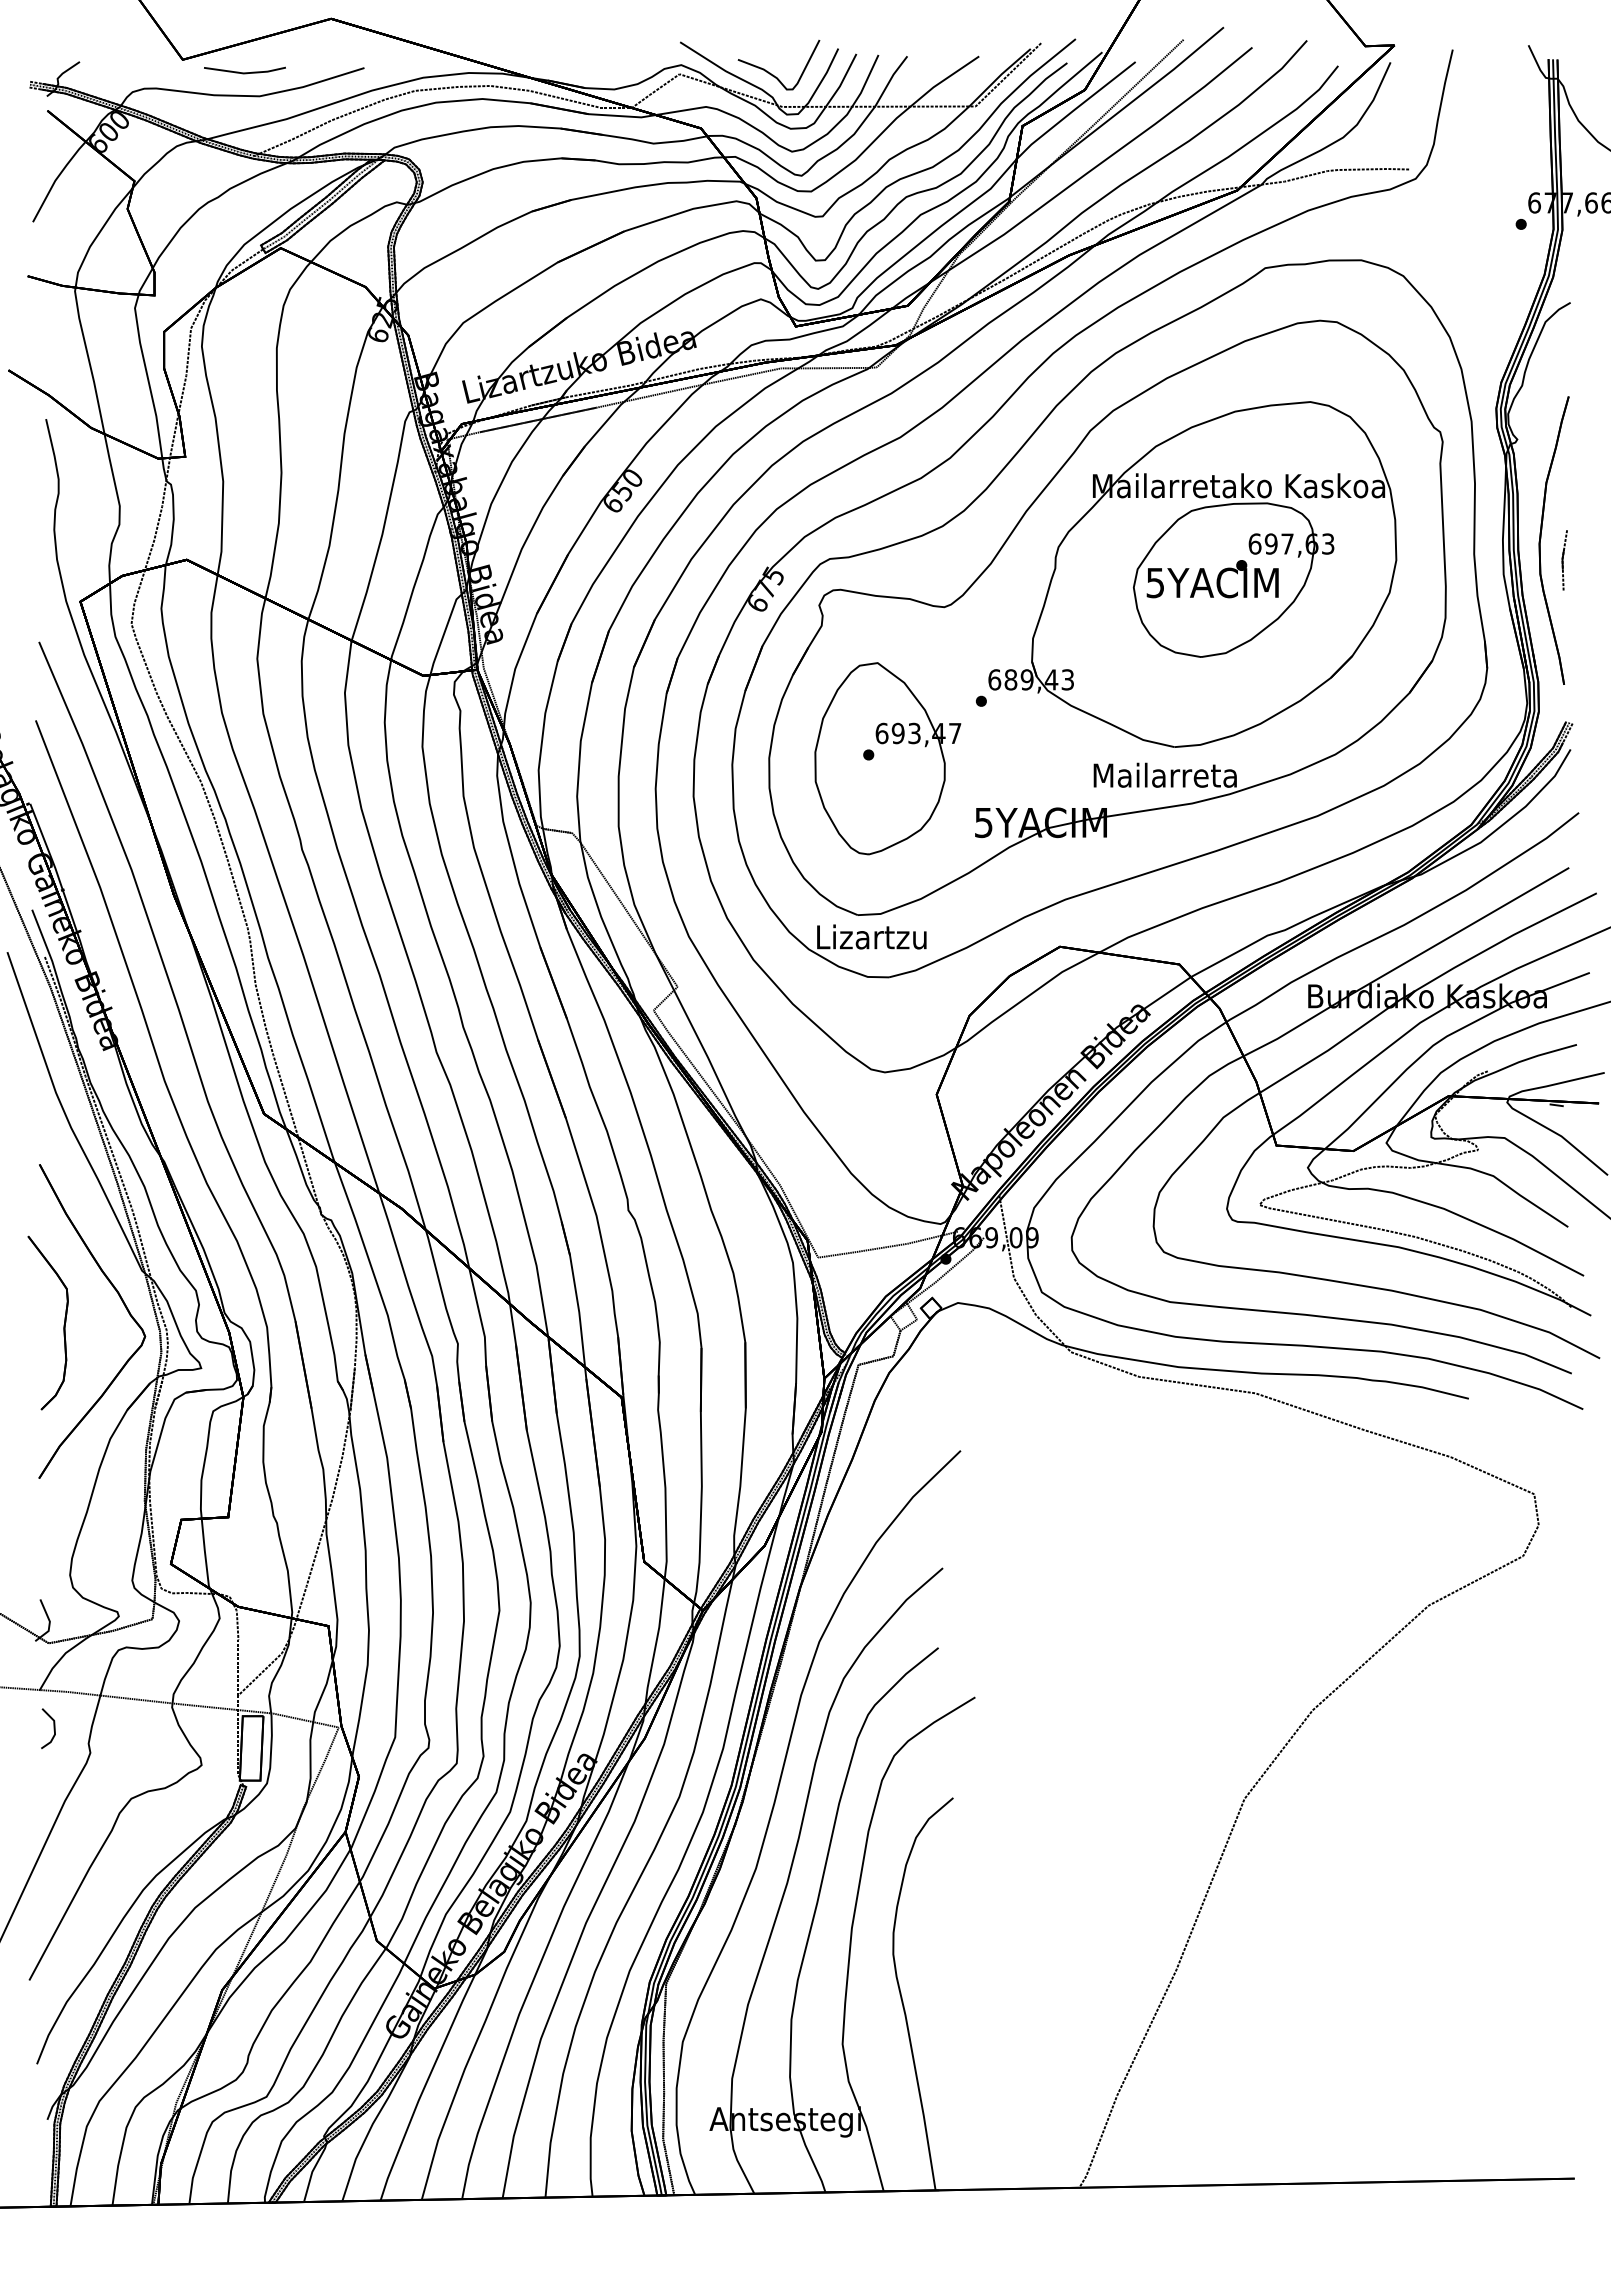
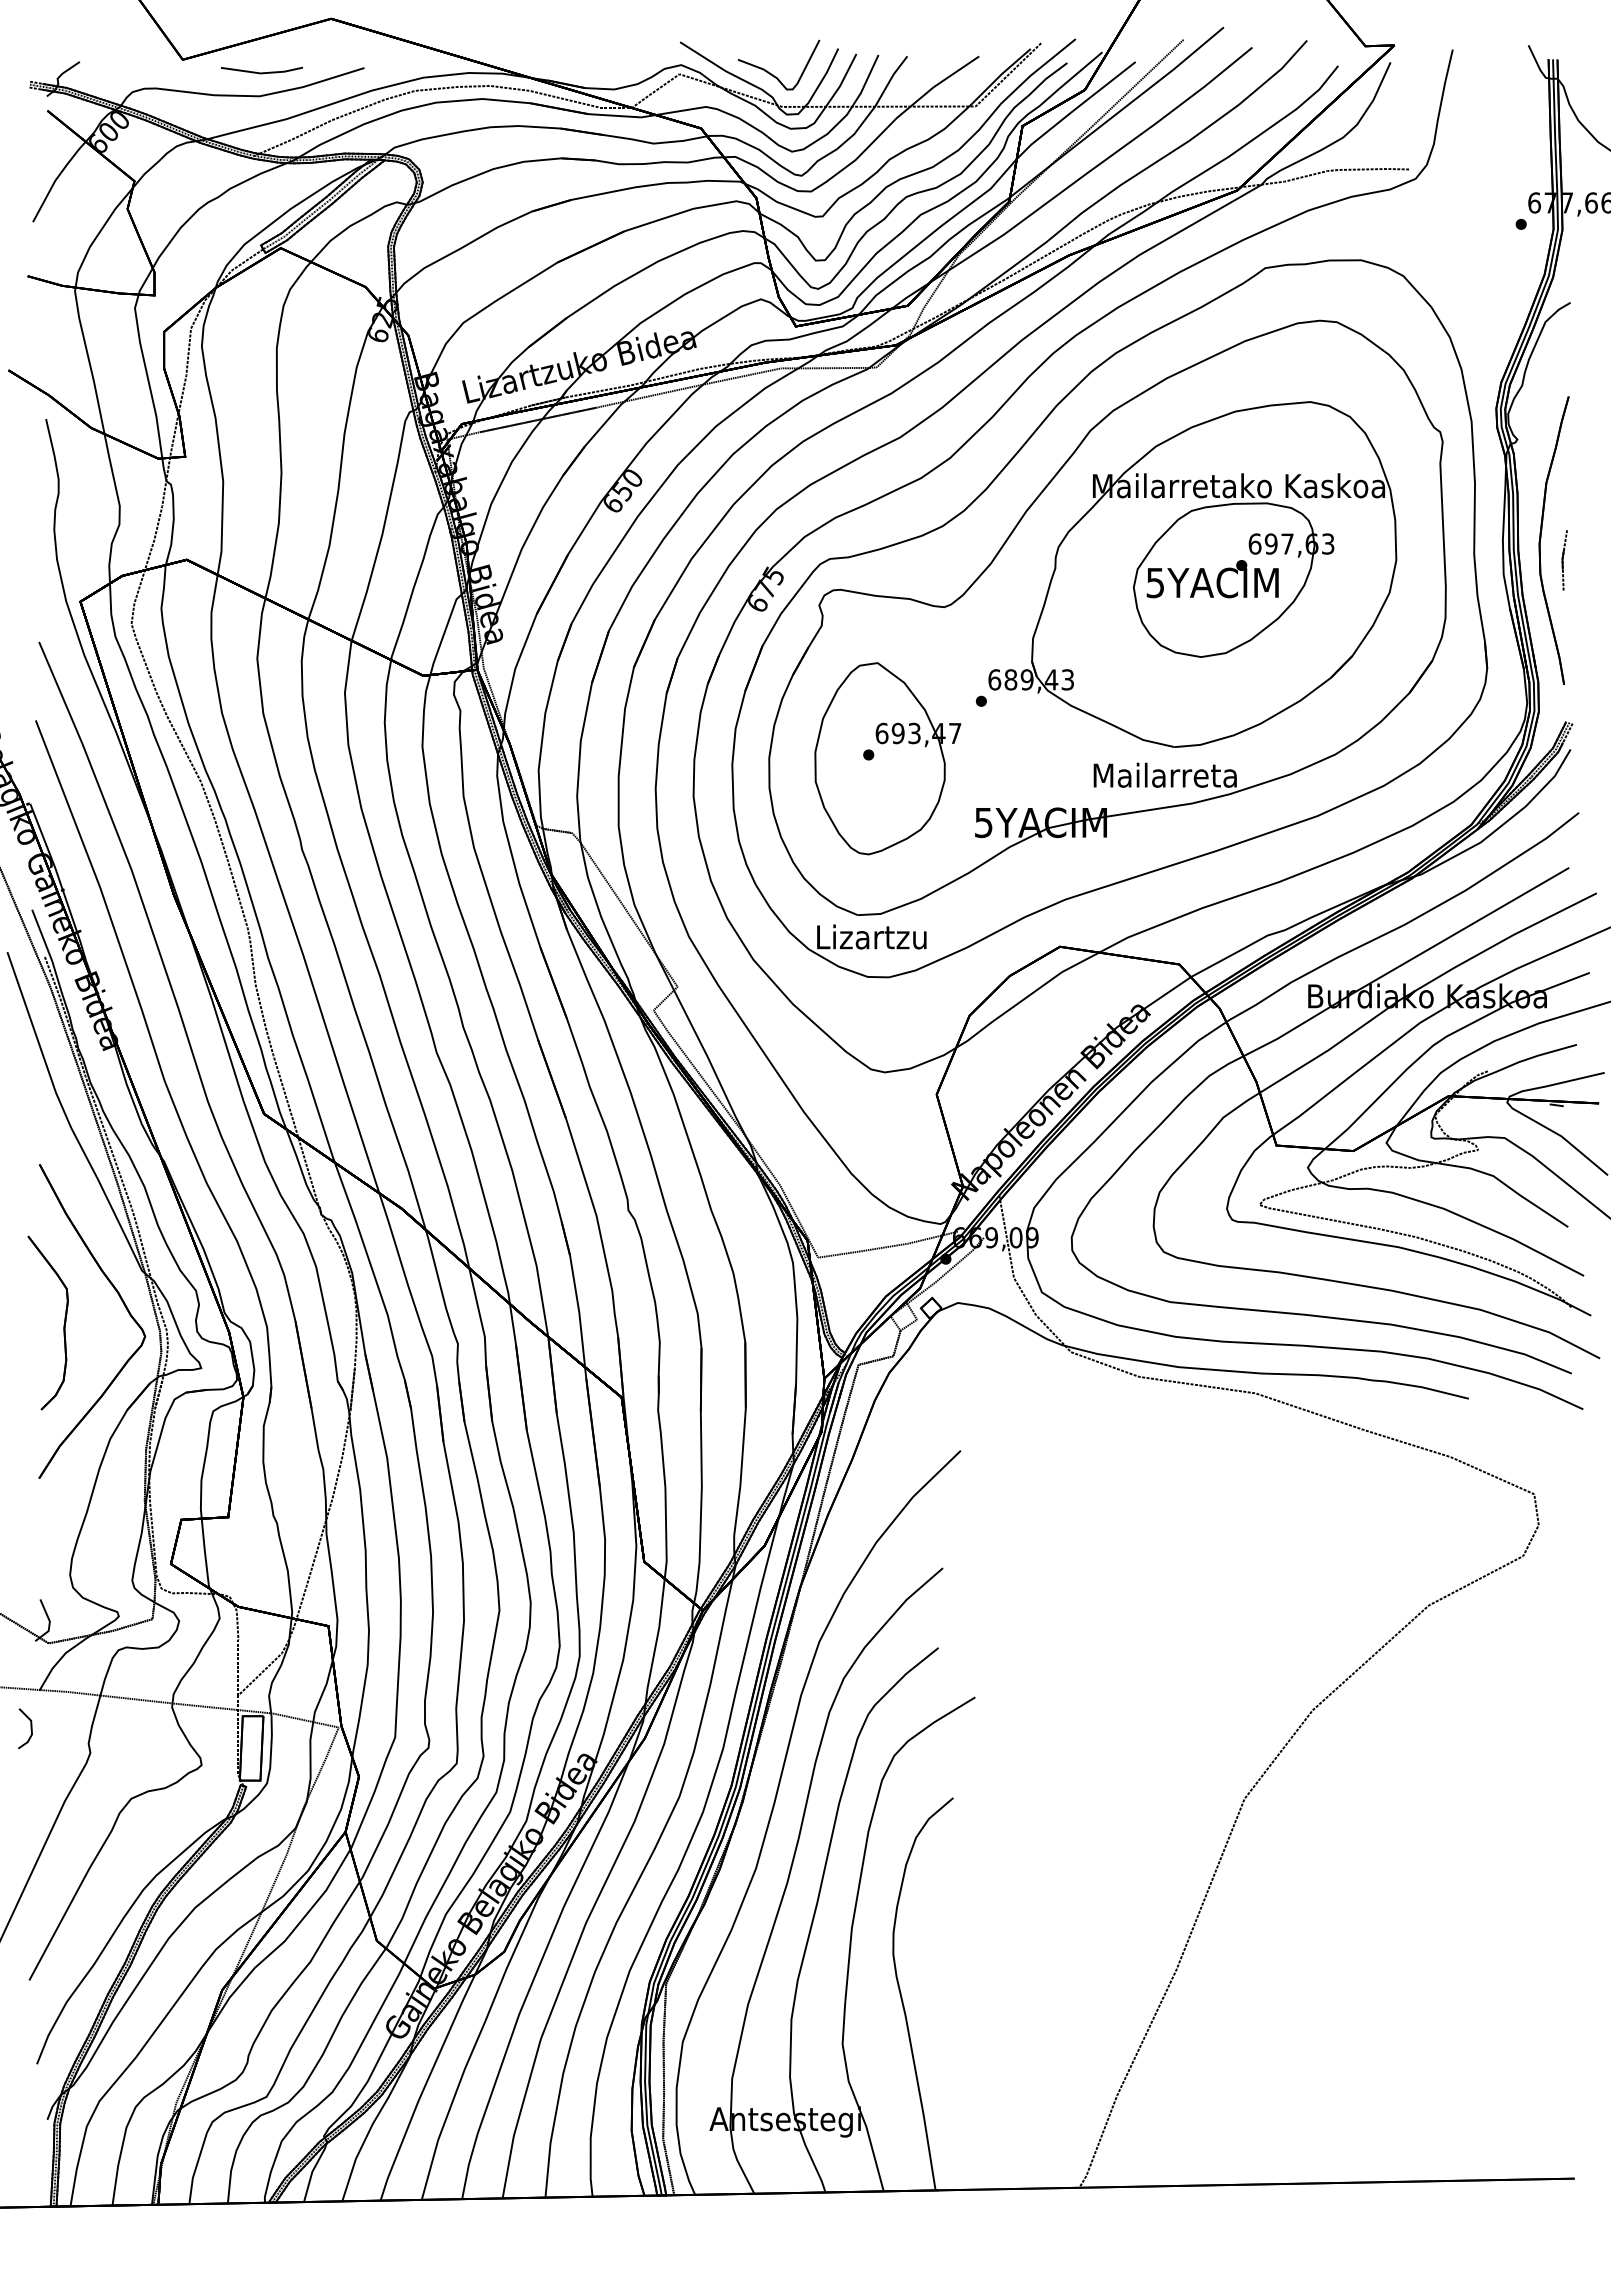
line at (244, 72) position: (244, 72) -> (261, 72)
line at (53, 1728) position: (53, 1728) -> (30, 1728)
